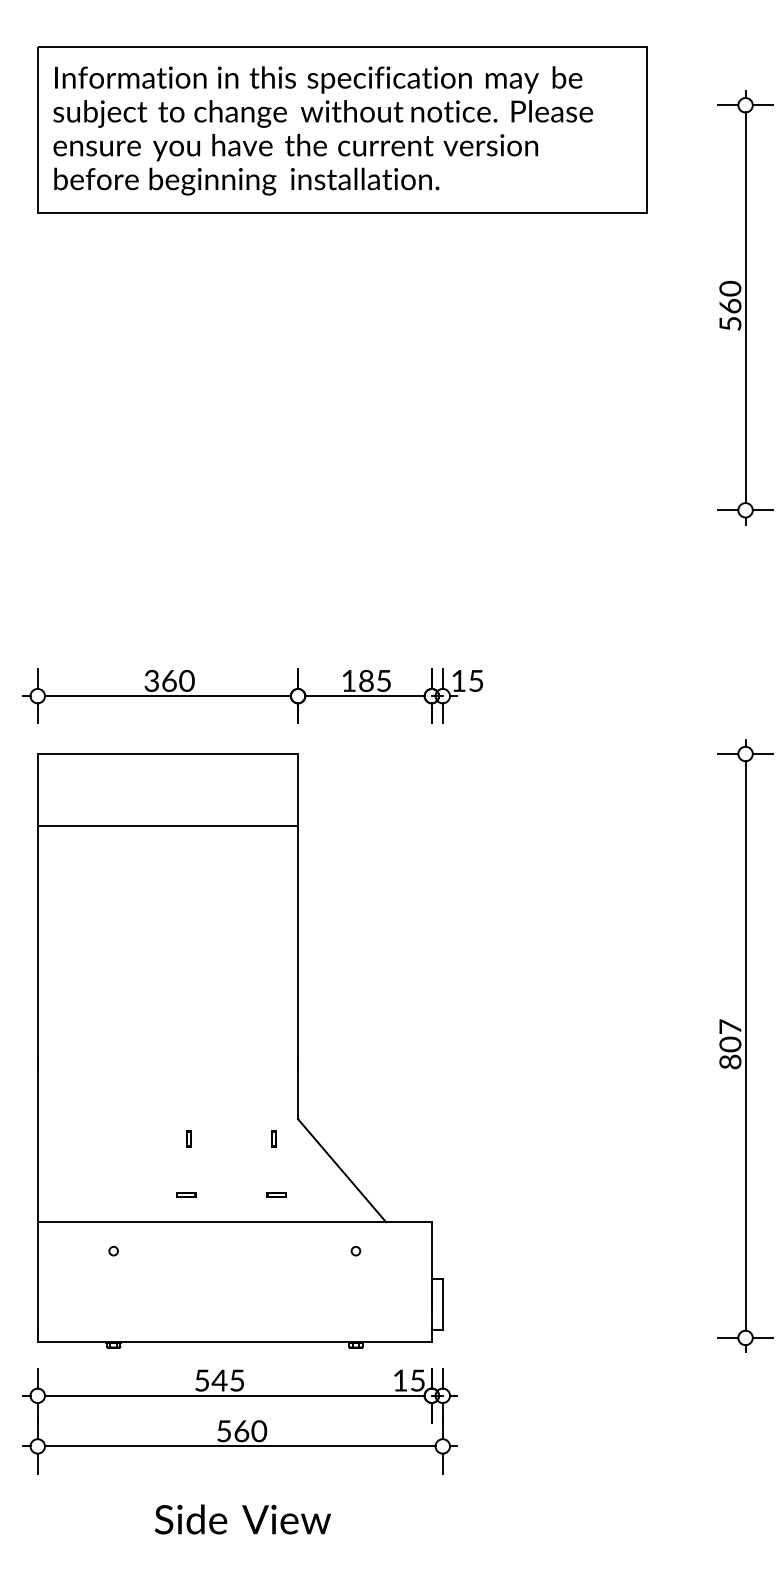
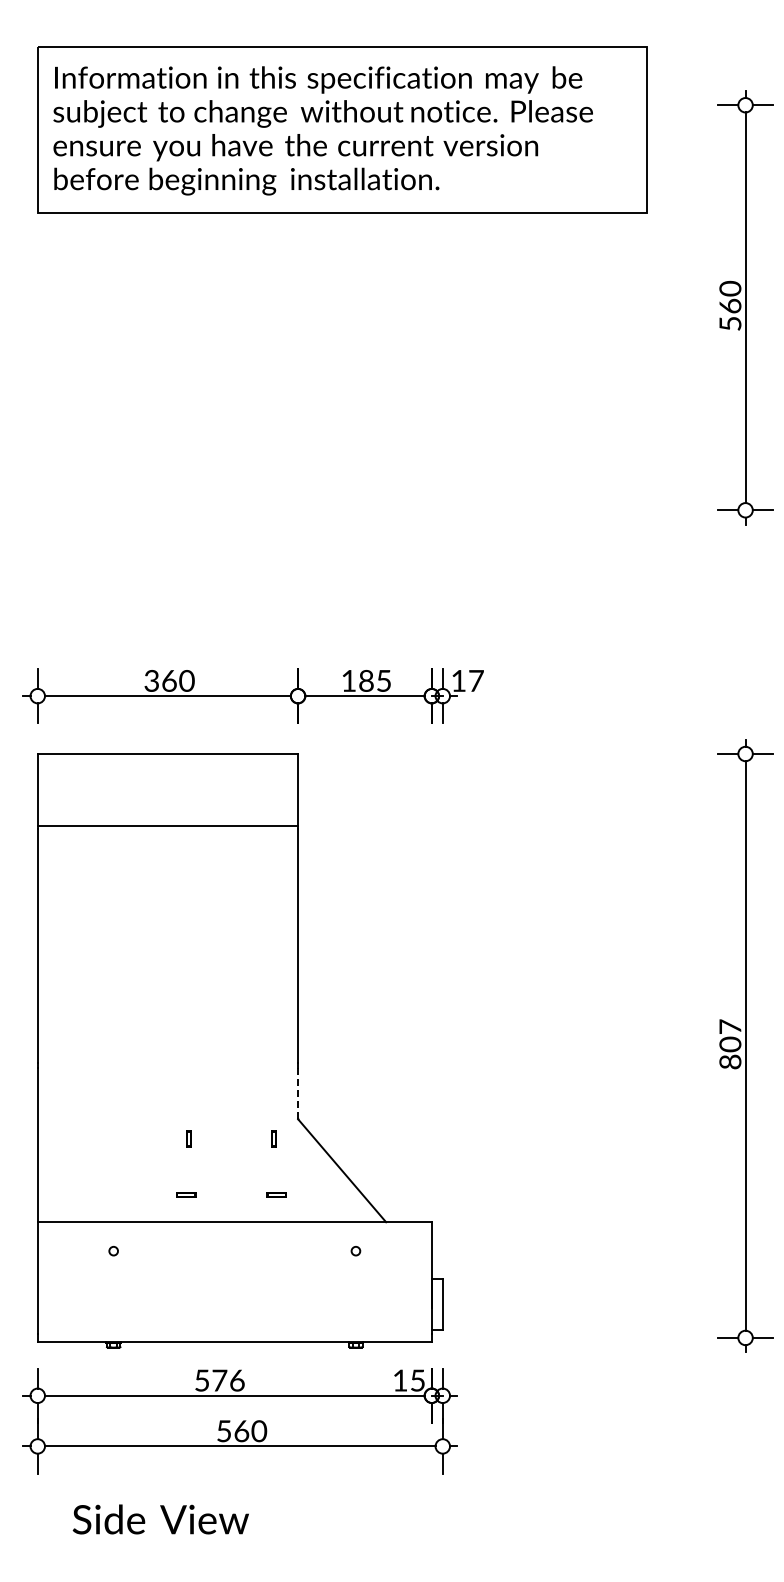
text at (476, 680): 15 -> 17
line at (298, 1093): solid -> dashed
text at (227, 1380): 545 -> 576
text at (242, 1519) position: (242, 1519) -> (160, 1519)
